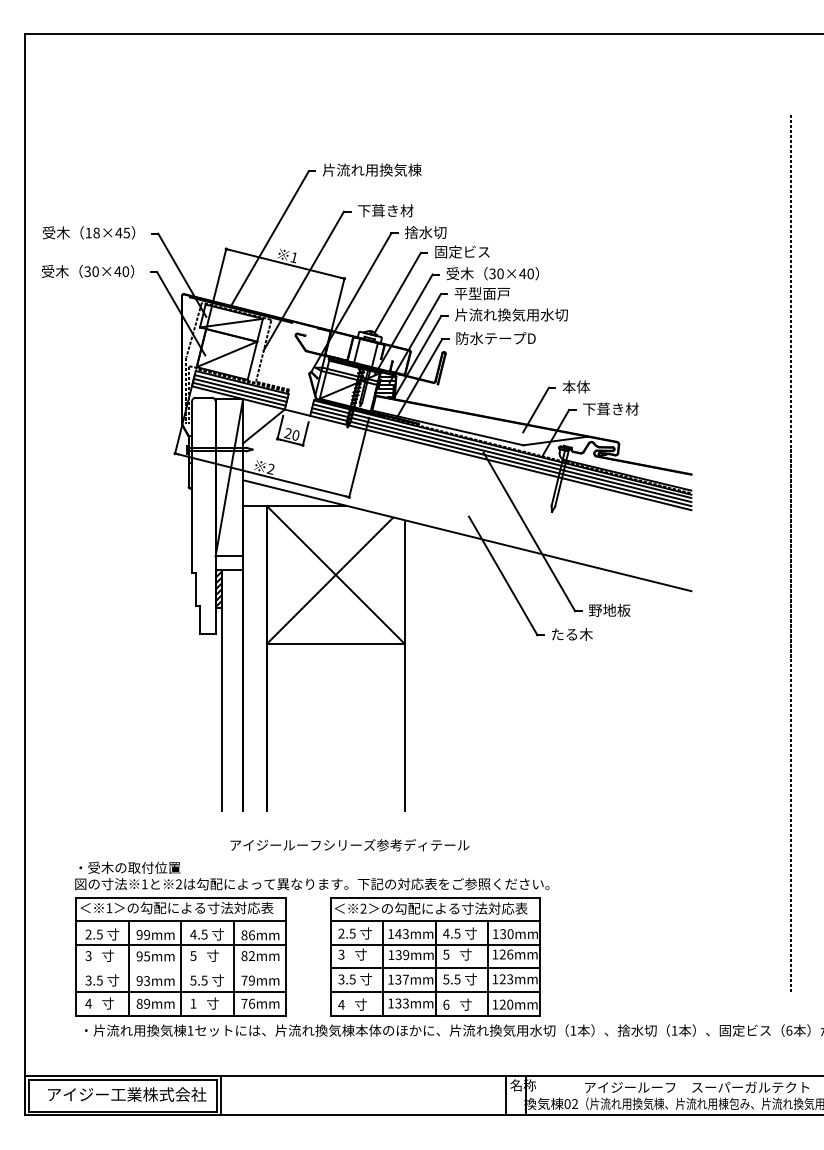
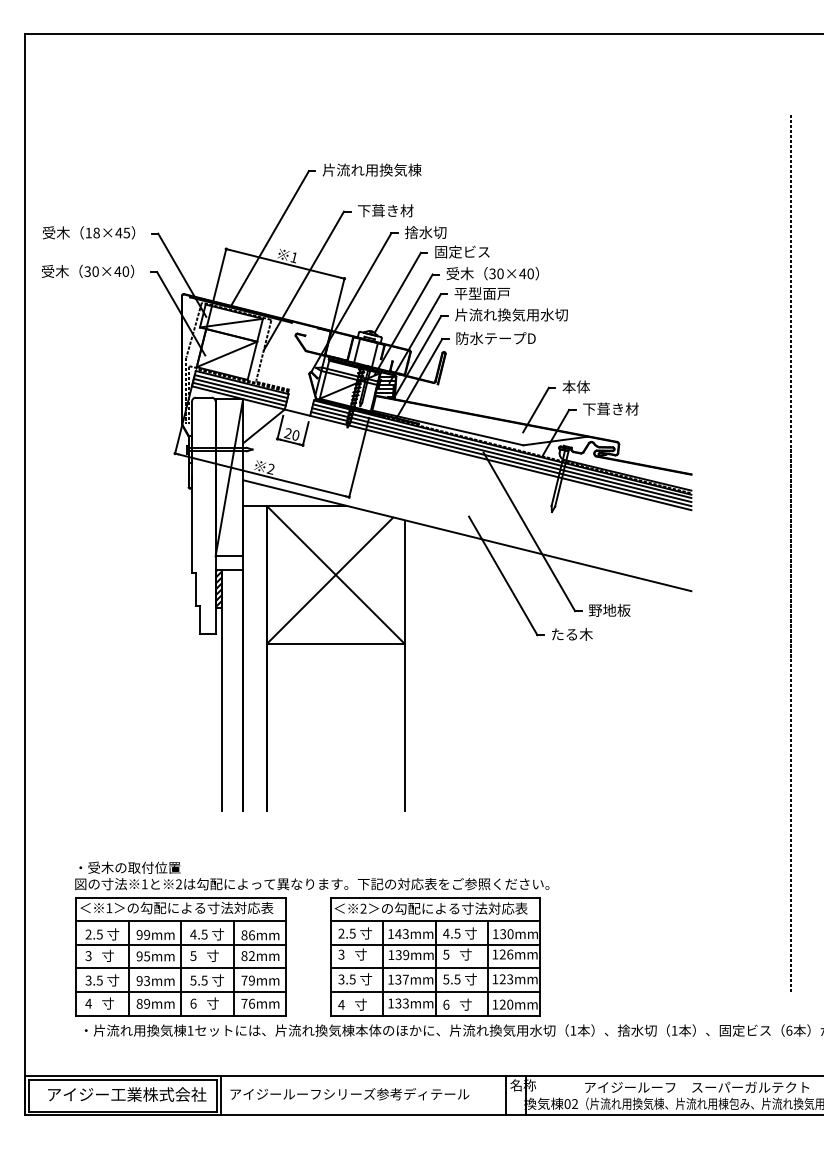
text at (349, 845) position: (349, 845) -> (349, 1094)
line at (181, 968): none -> present
text at (193, 1003): 1 -> 6
